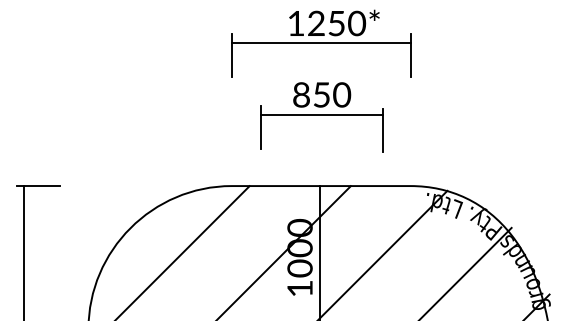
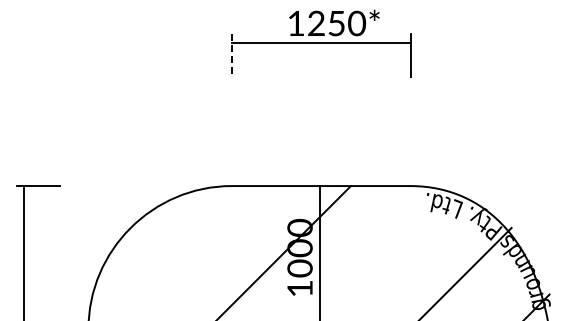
line at (232, 55): solid -> dashed
part at (321, 117): present -> none
line at (183, 251): present -> none
line at (383, 253): present -> none
